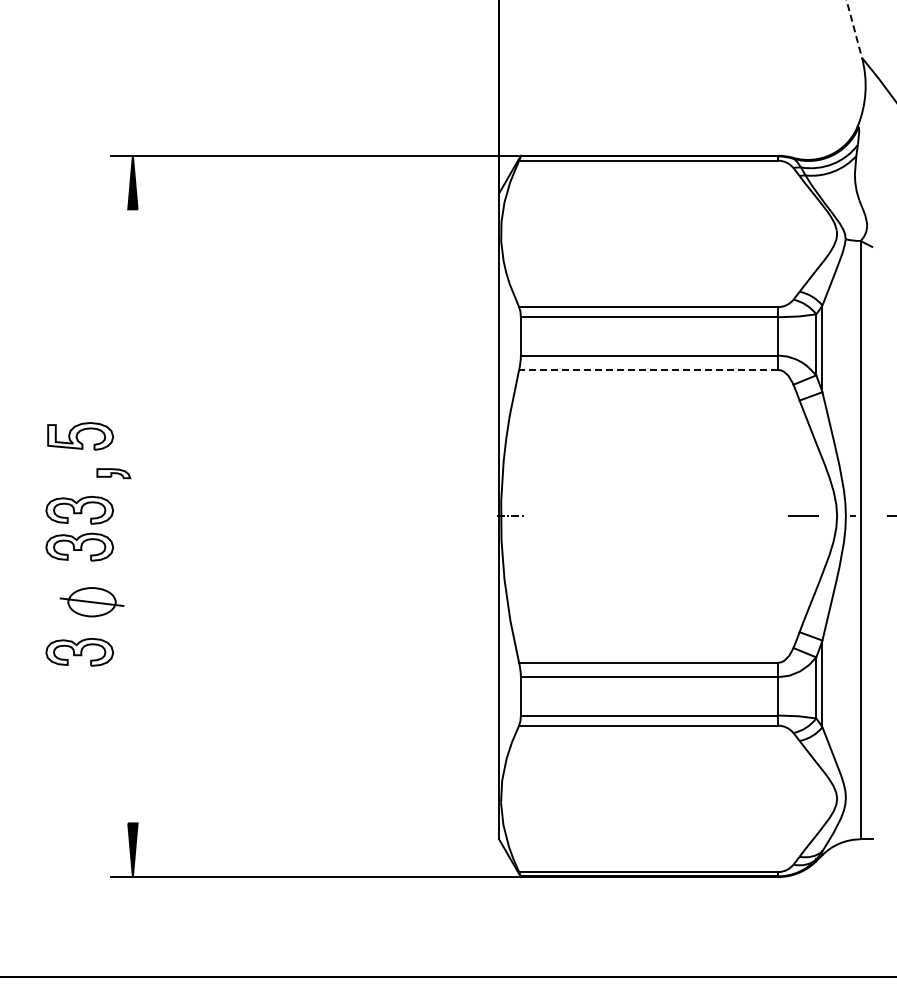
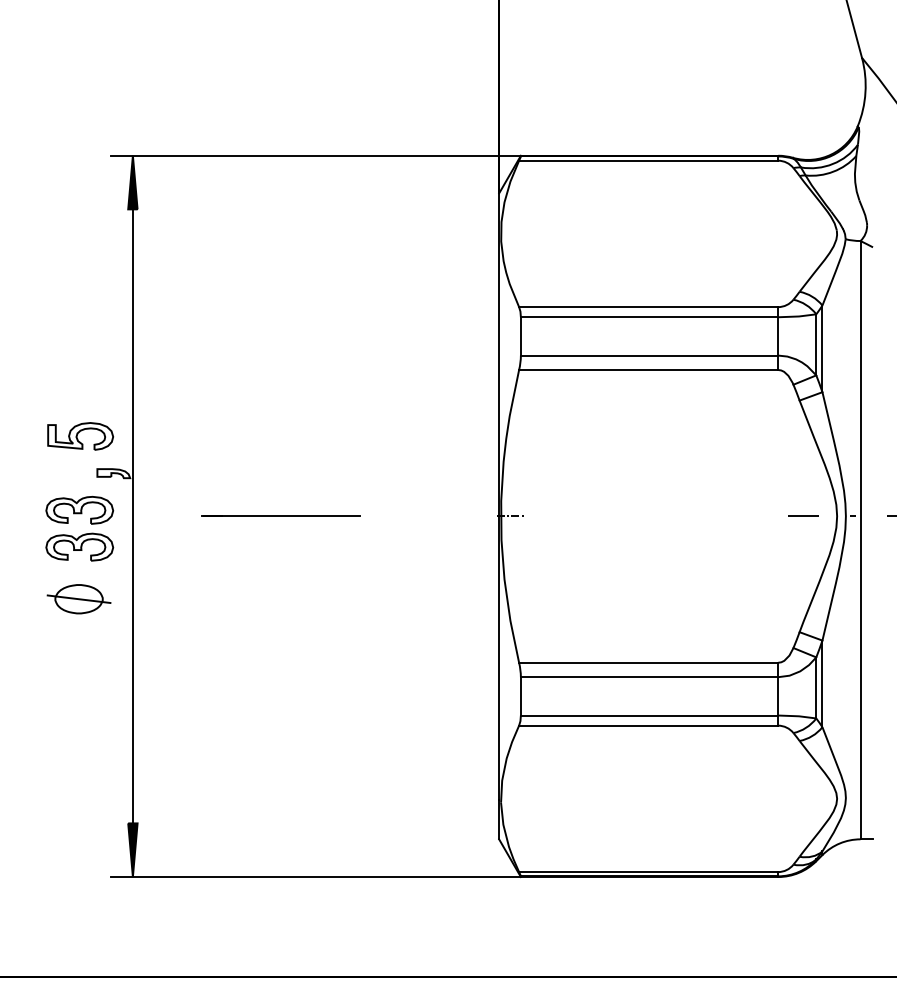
line at (854, 29): dashed -> solid
line at (648, 369): dashed -> solid
line at (280, 515): none -> present
line at (132, 516): none -> present
part at (91, 602) position: (91, 602) -> (78, 599)
part at (79, 652): present -> none
